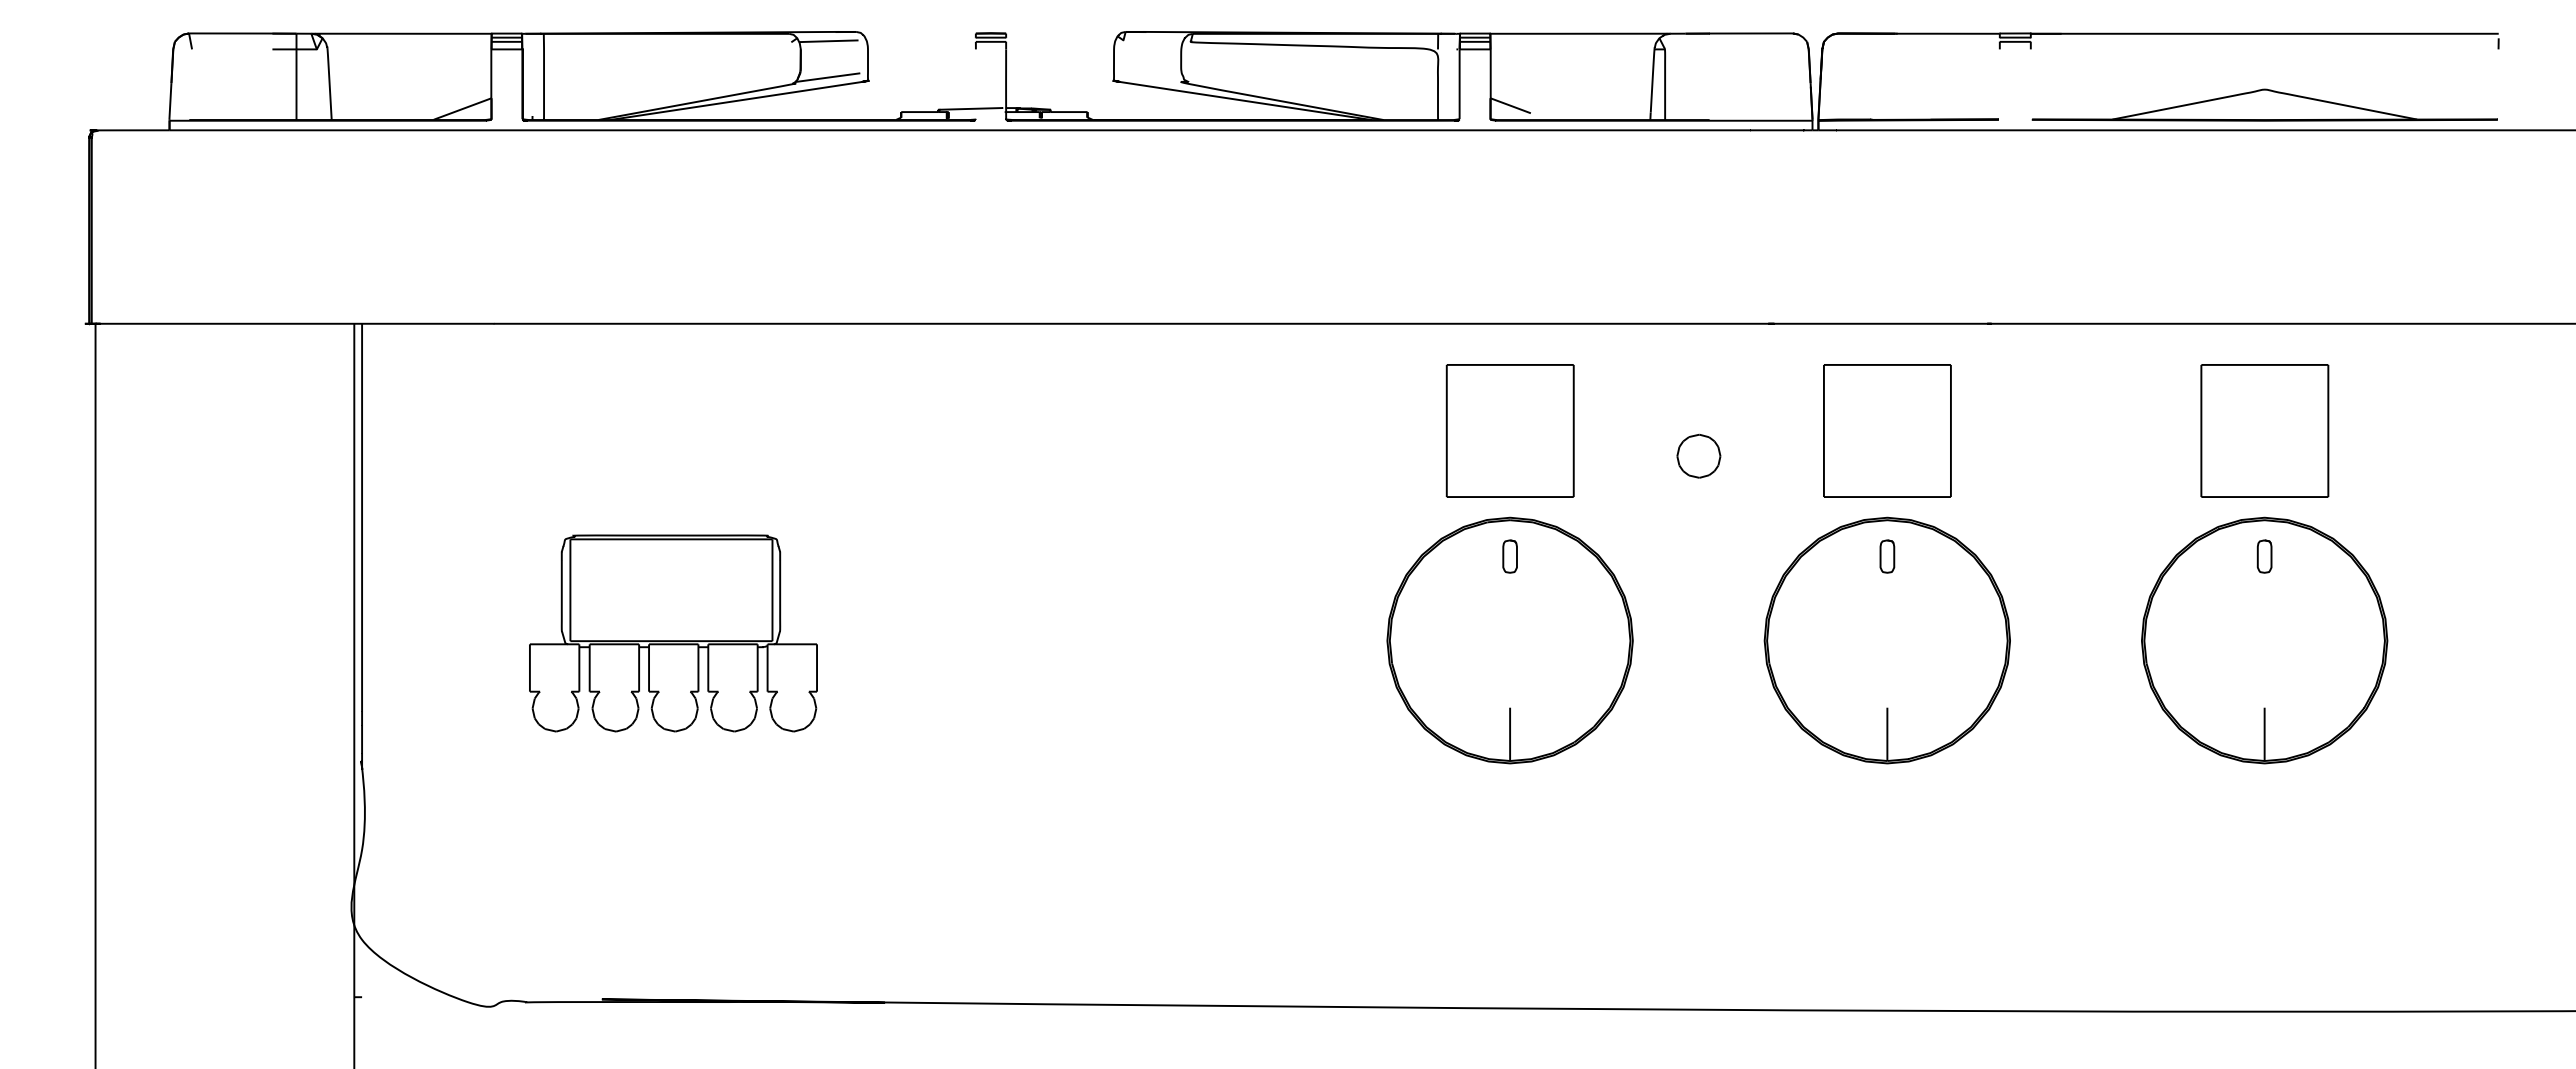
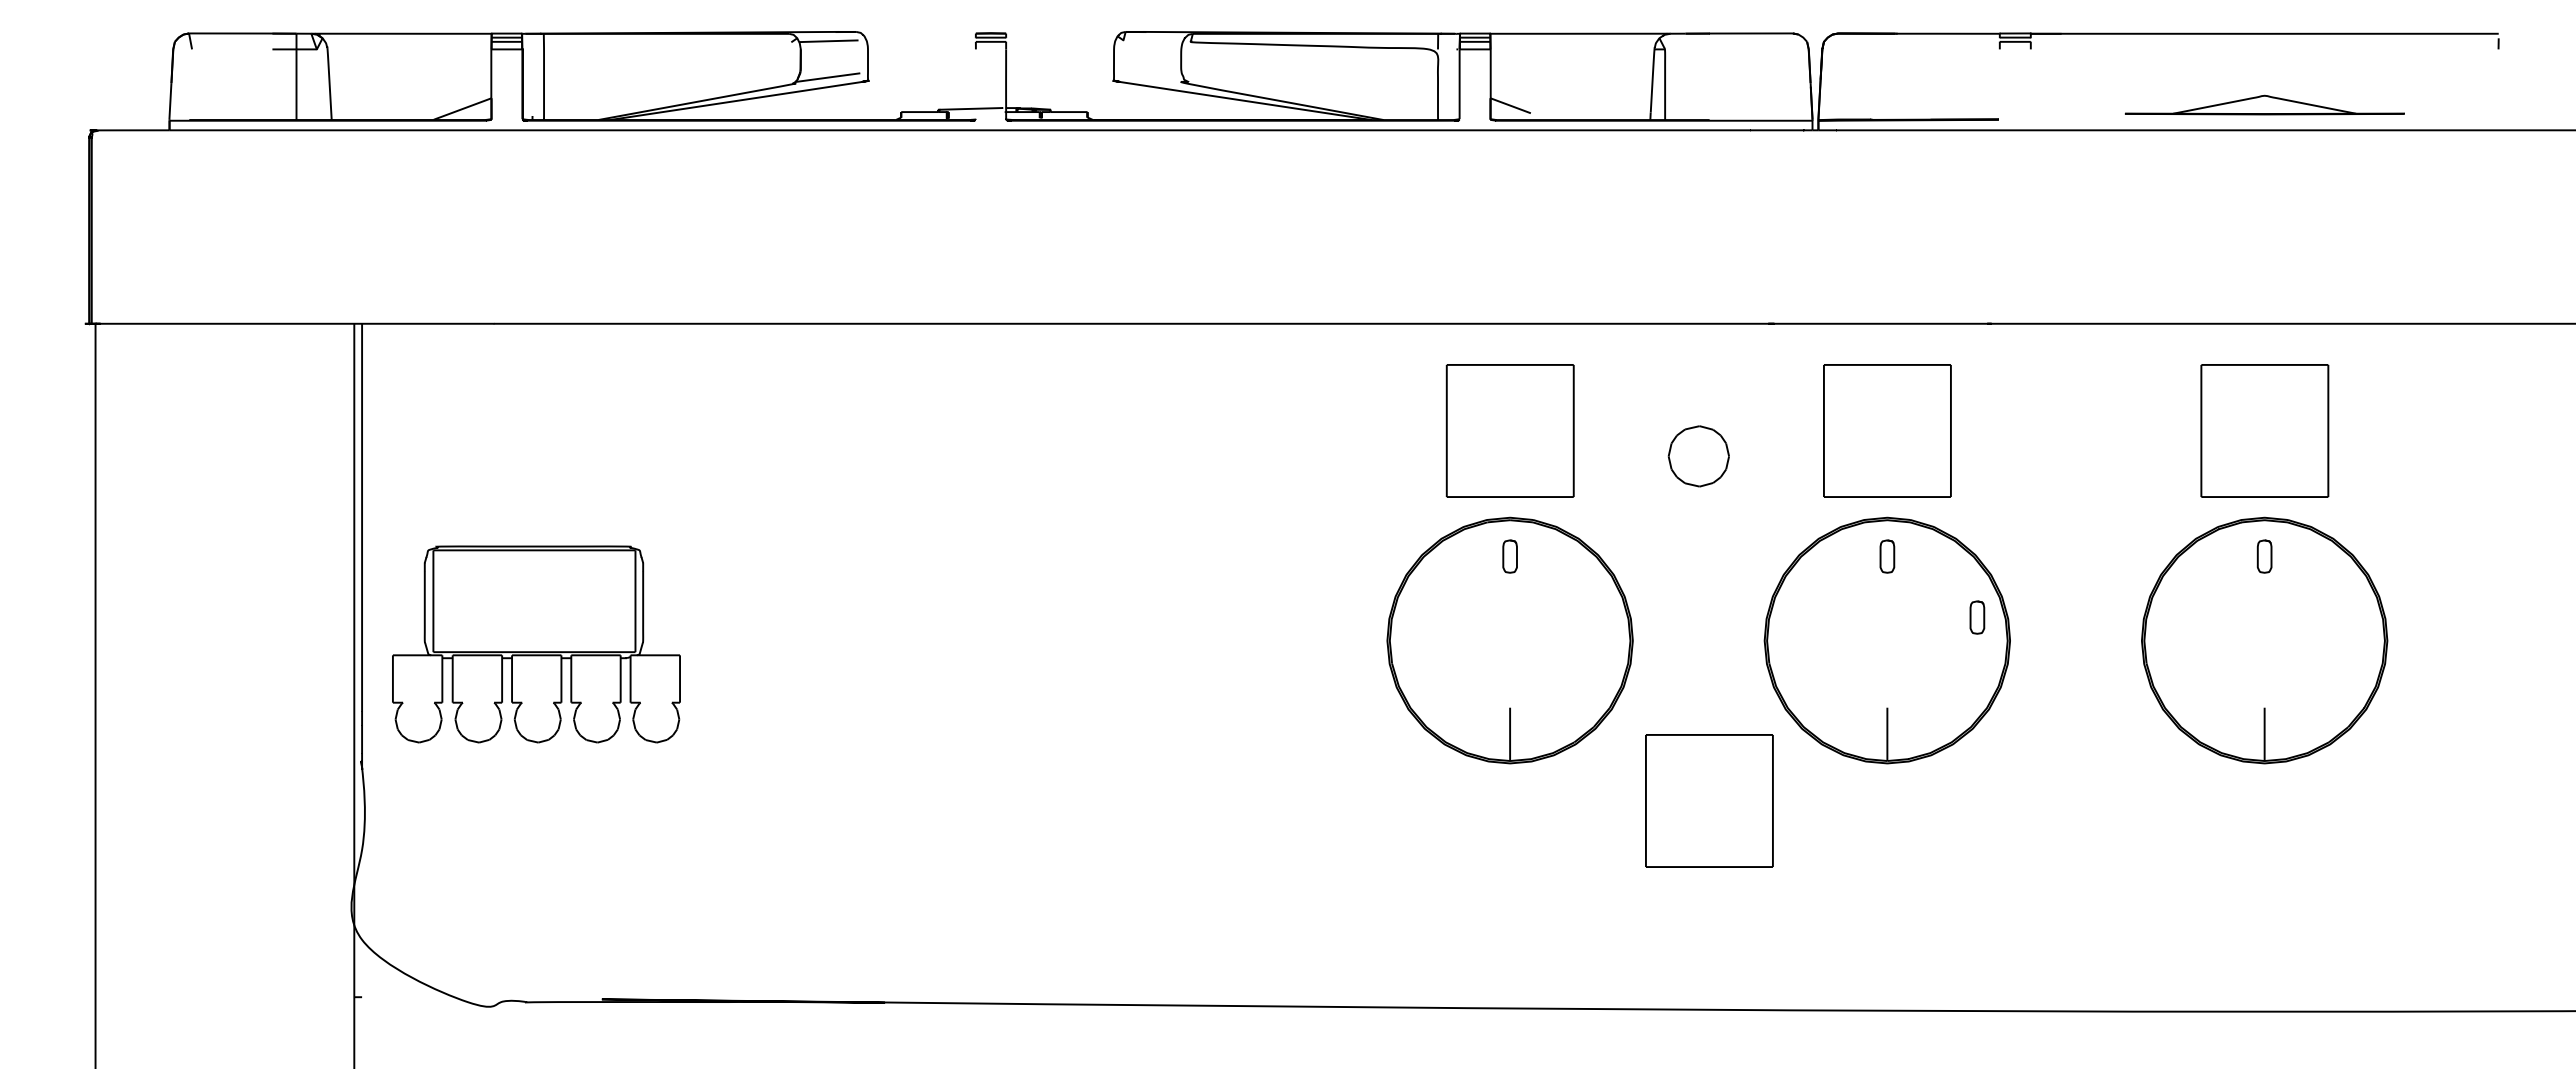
part at (2264, 104) size: 467x34 px -> 280x22 px
part at (1698, 455) size: 46x46 px -> 63x63 px
part at (1977, 617): none -> present
part at (673, 633) position: (673, 633) -> (536, 644)
part at (1709, 800): none -> present
